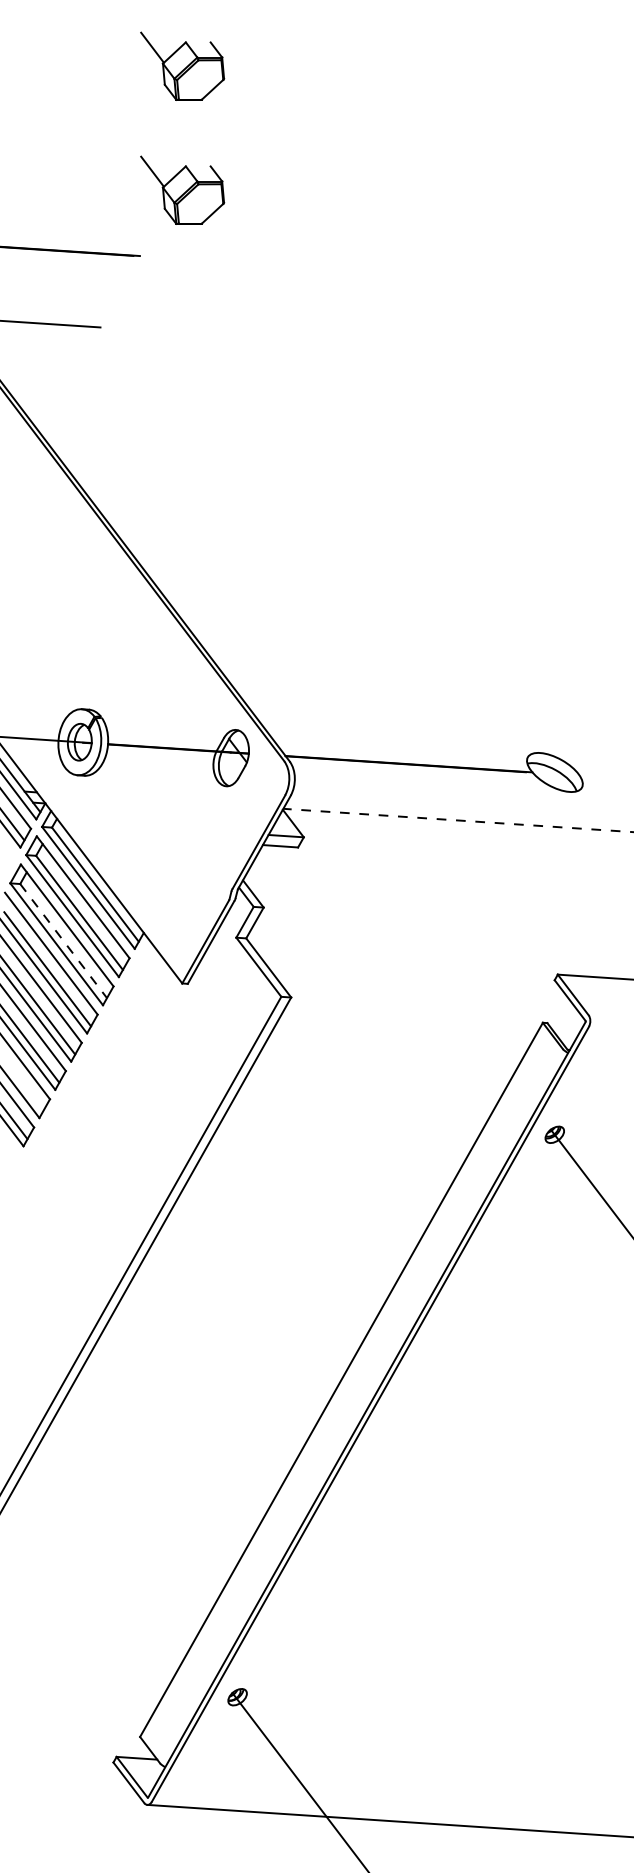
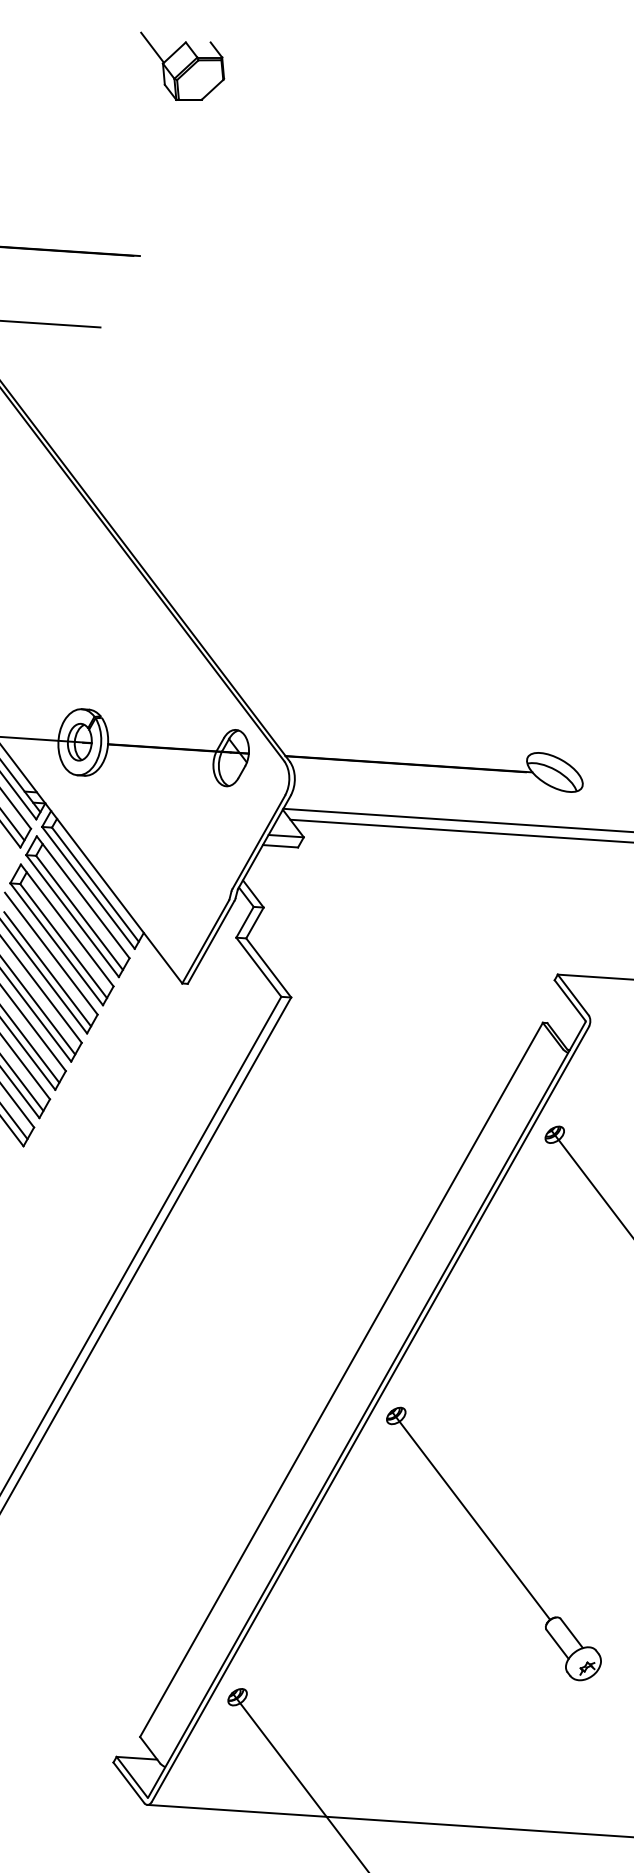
part at (182, 189): present -> none
line at (458, 820): dashed -> solid
line at (460, 830): none -> present
line at (63, 941): dashed -> solid
line at (22, 1083): none -> present
part at (493, 1543): none -> present
